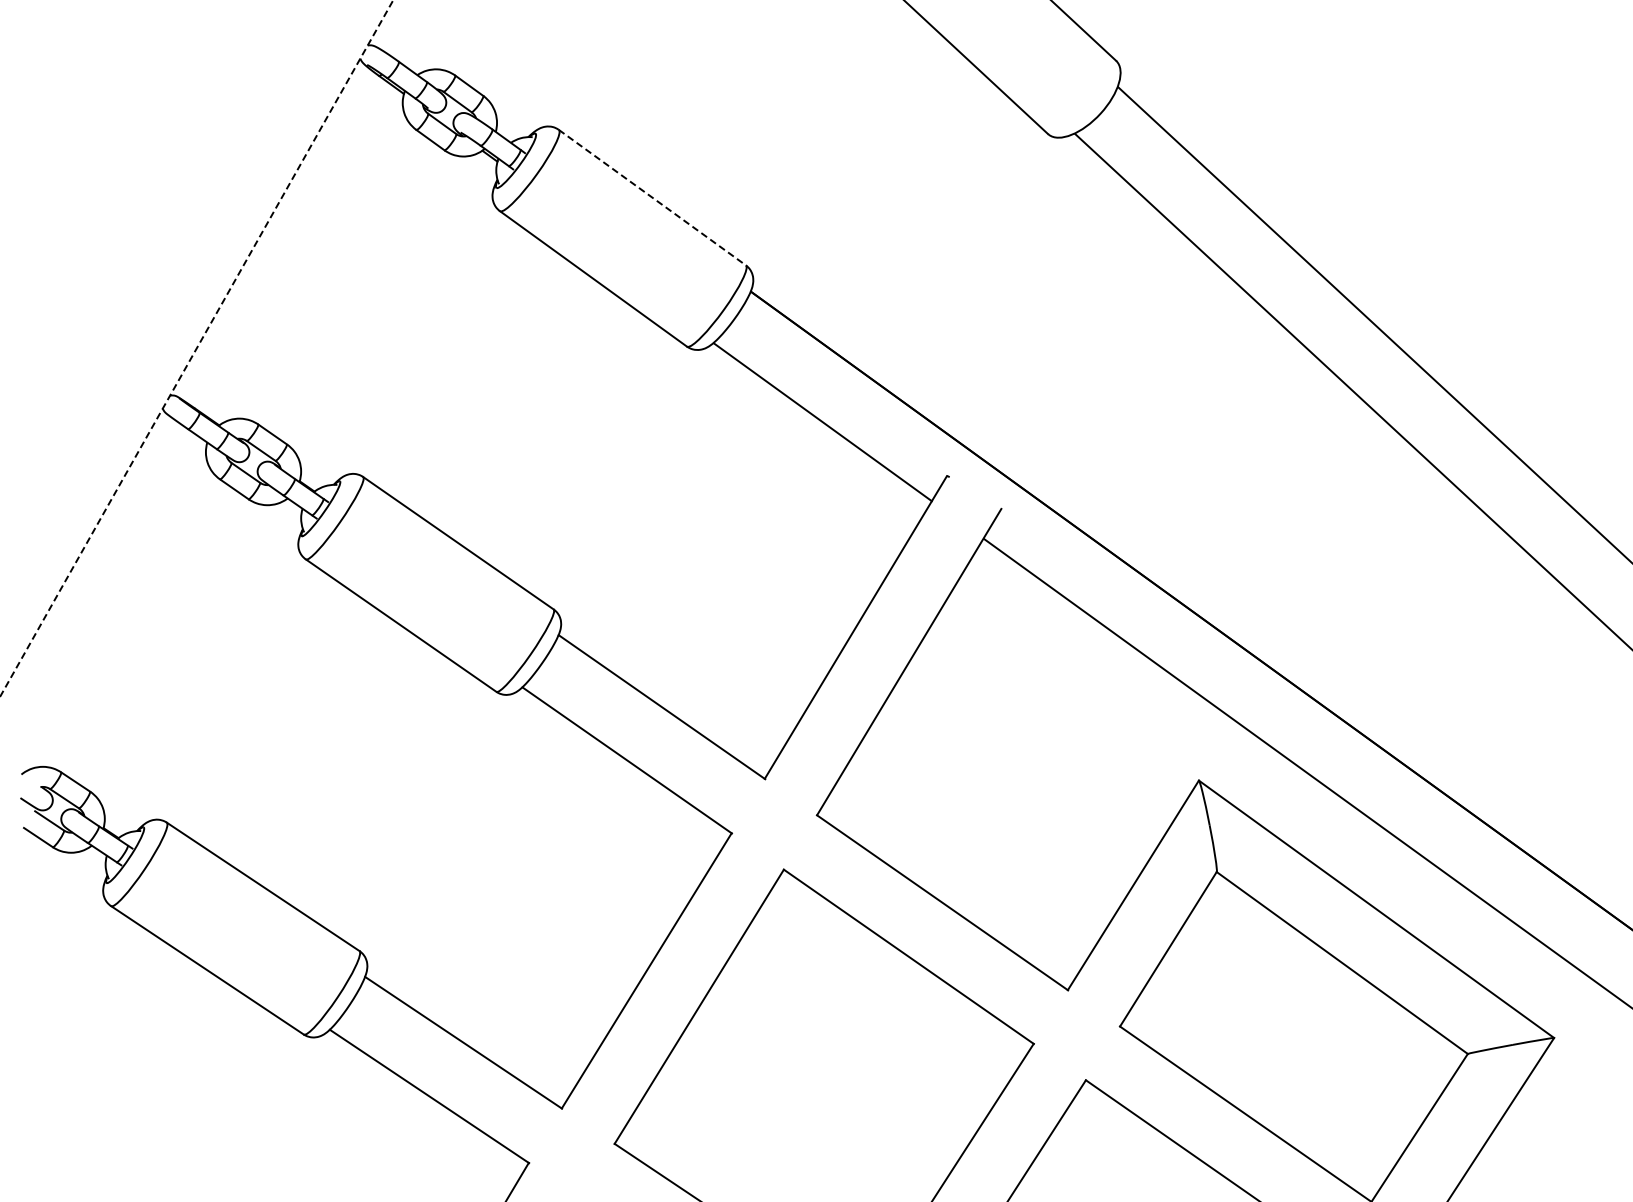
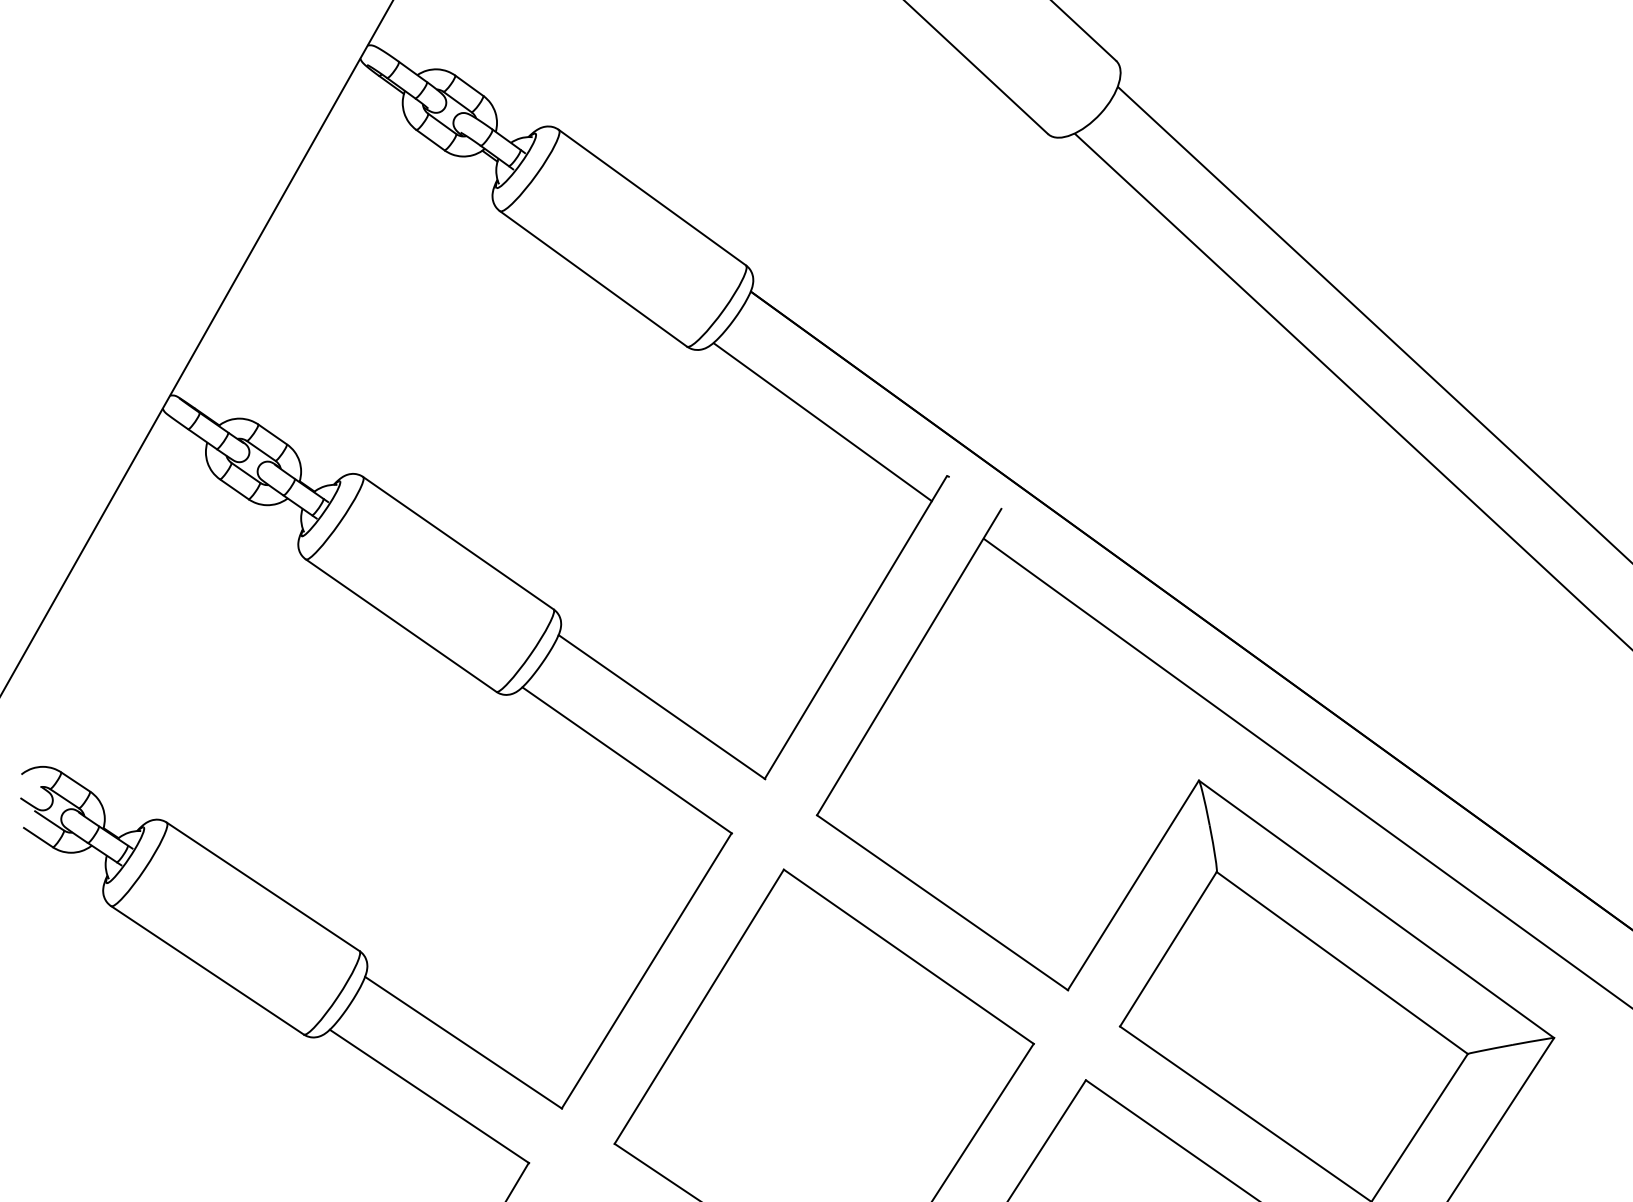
line at (652, 197): dashed -> solid
line at (196, 348): dashed -> solid
